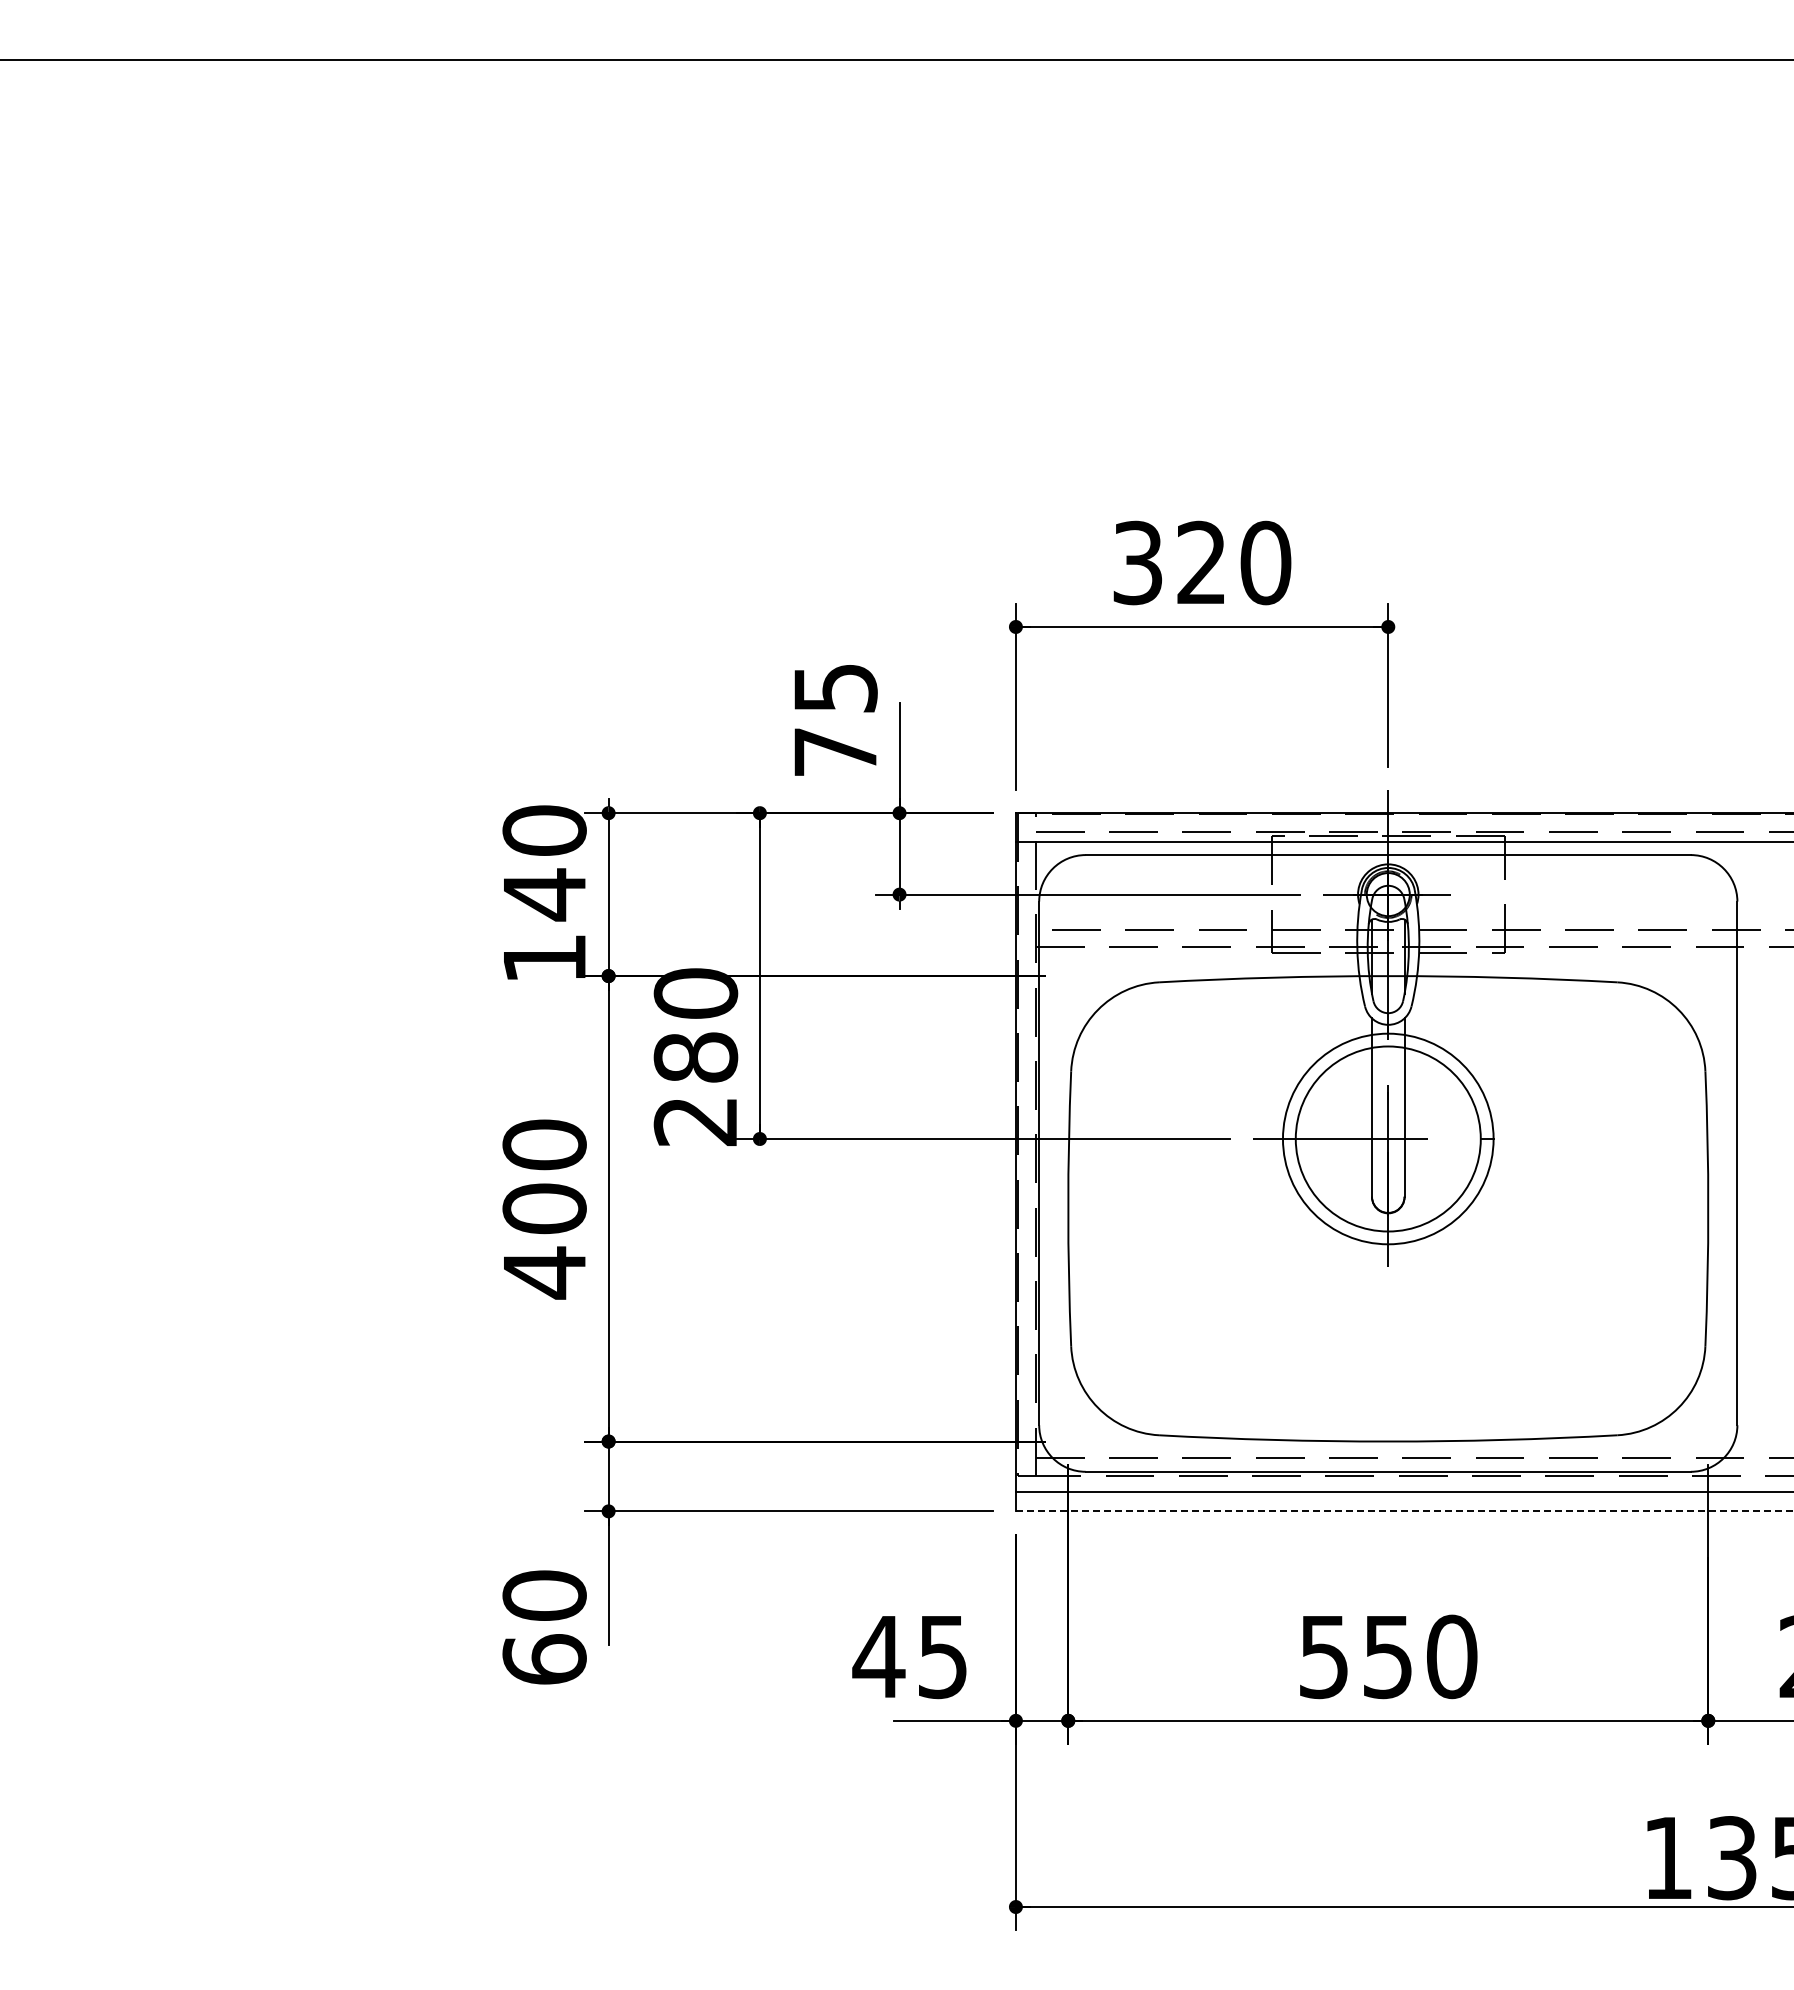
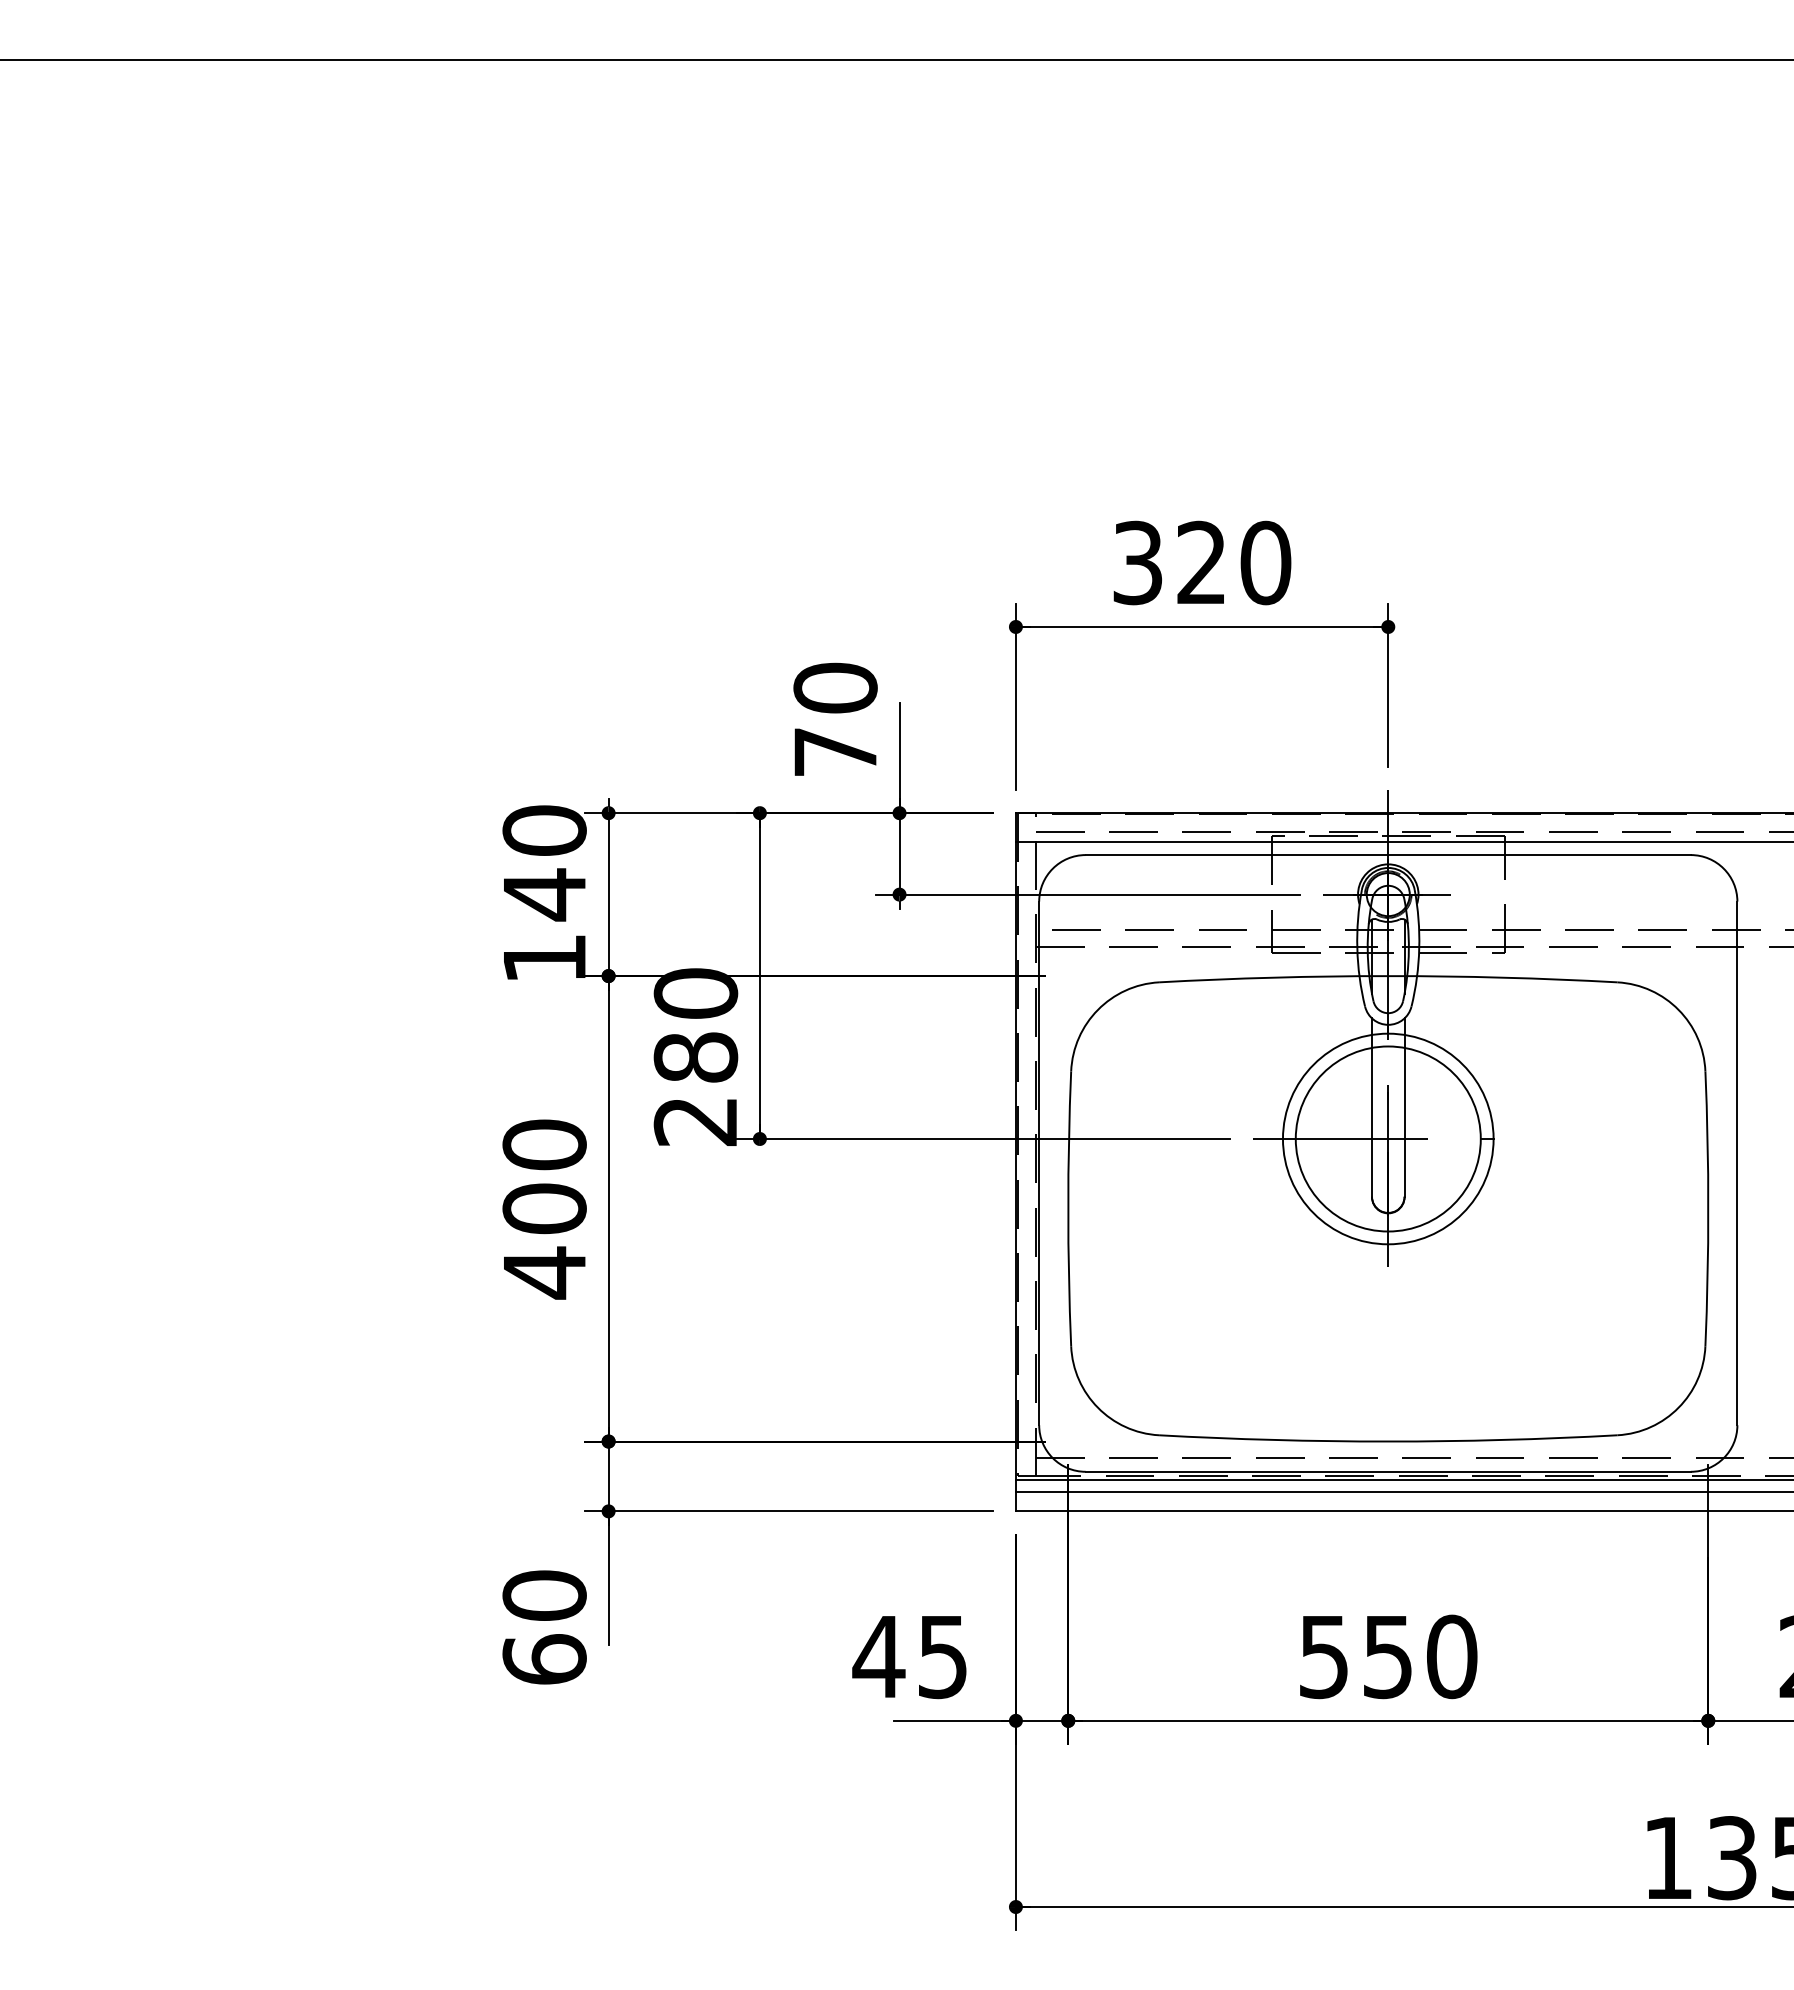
text at (835, 687): 75 -> 70
line at (1402, 1479): none -> present
line at (1404, 1511): dashed -> solid
